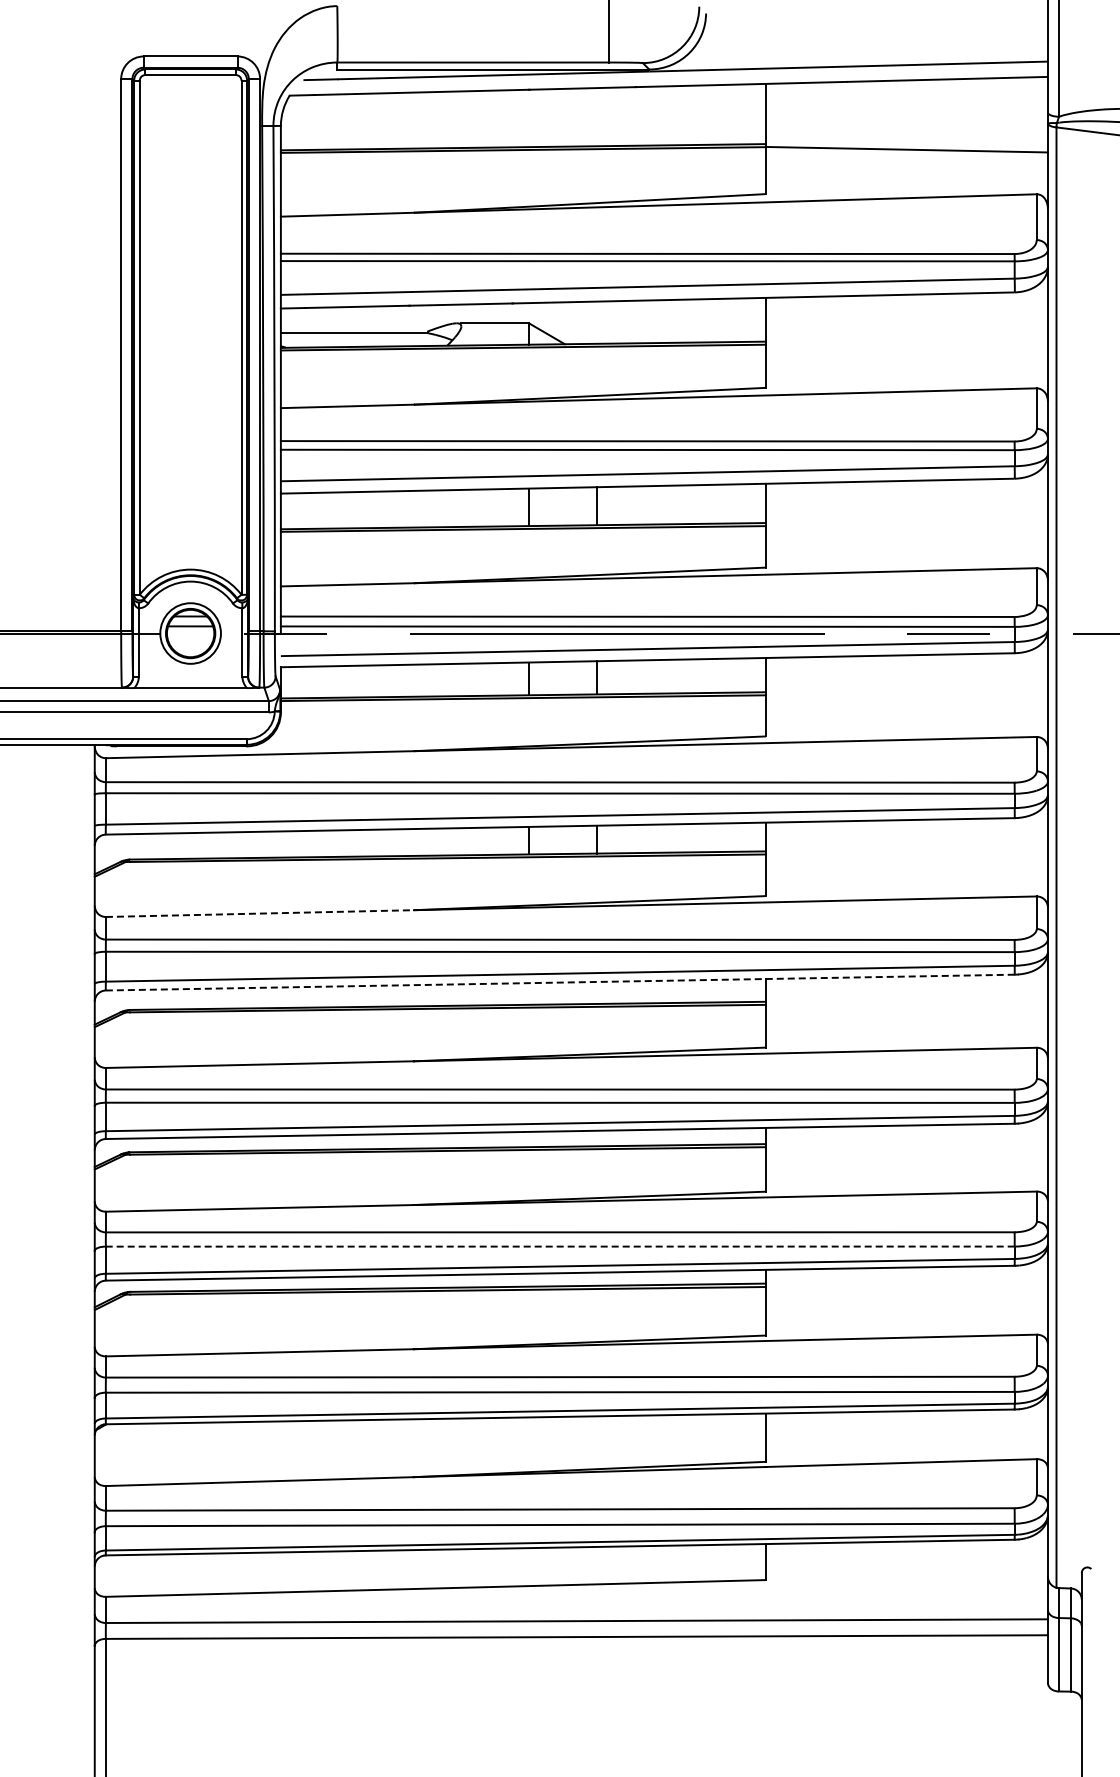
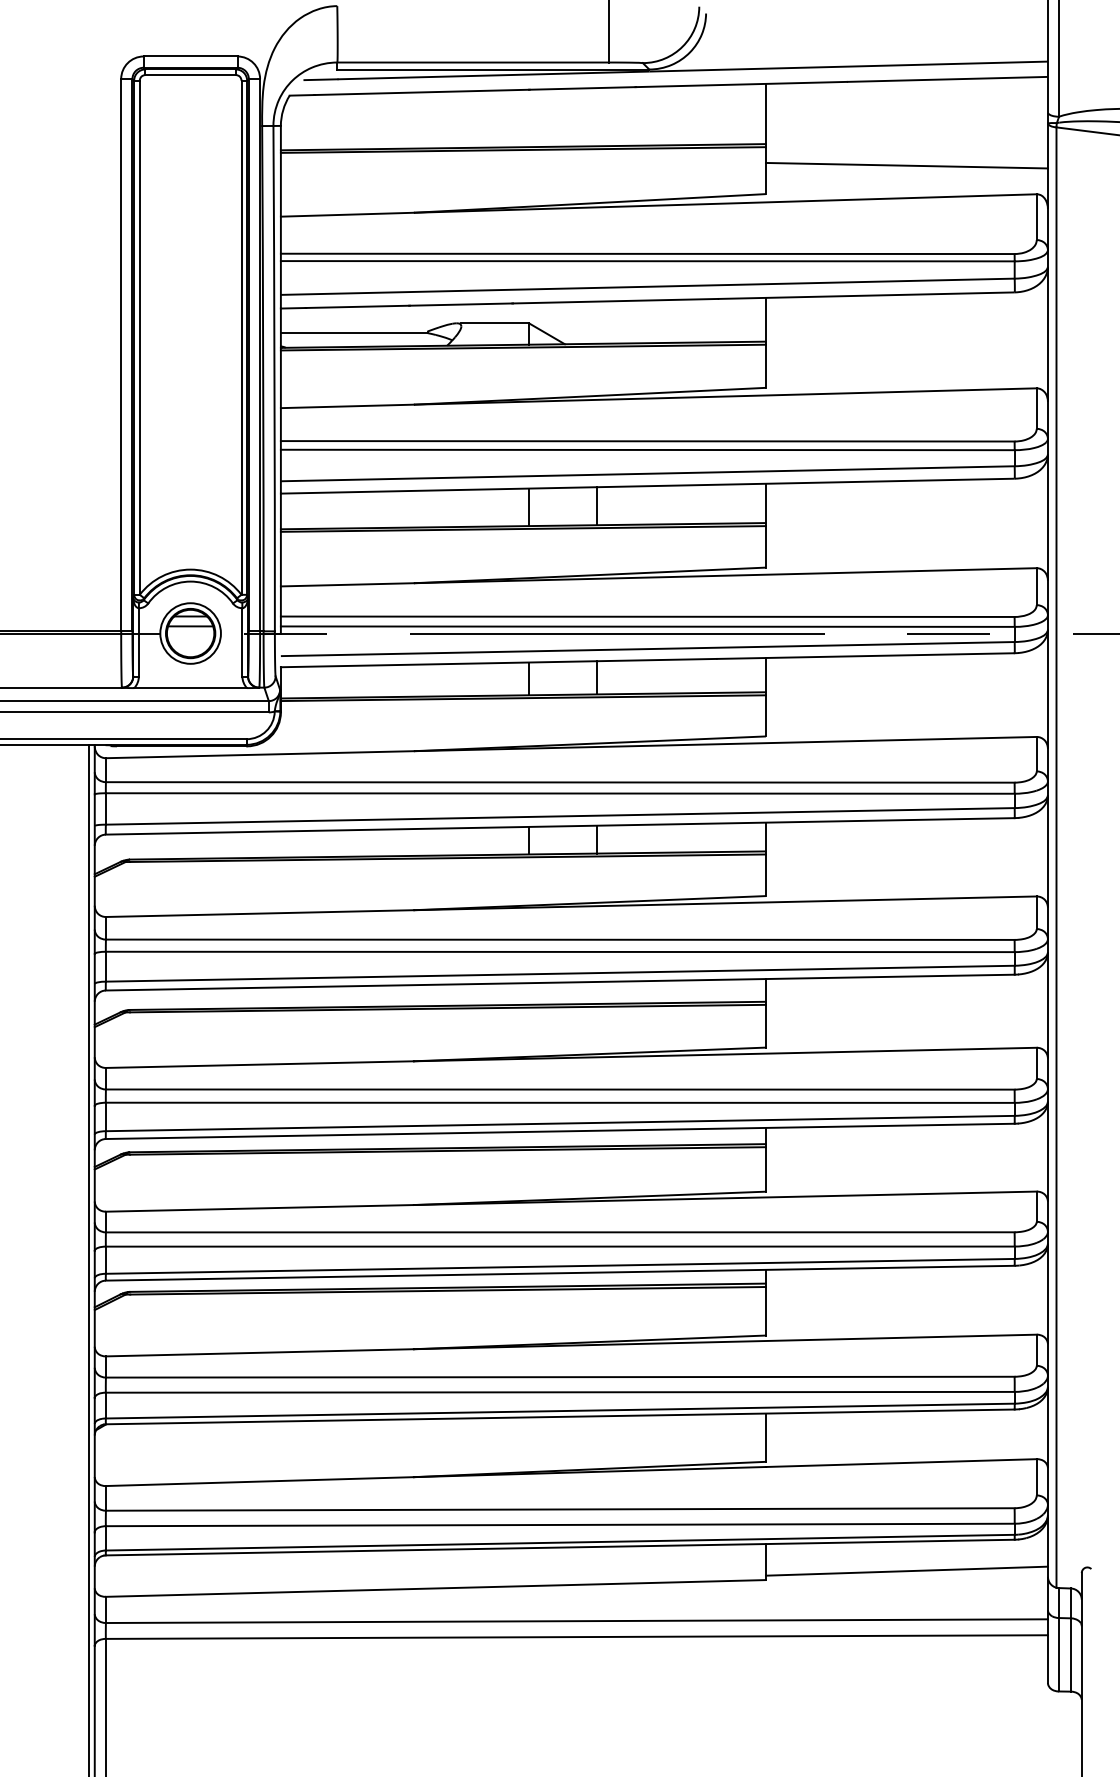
line at (906, 149) position: (906, 149) -> (906, 165)
line at (260, 913): dashed -> solid
line at (560, 982): dashed -> solid
line at (559, 1246): dashed -> solid
line at (89, 1259): none -> present
line at (906, 1570): none -> present
